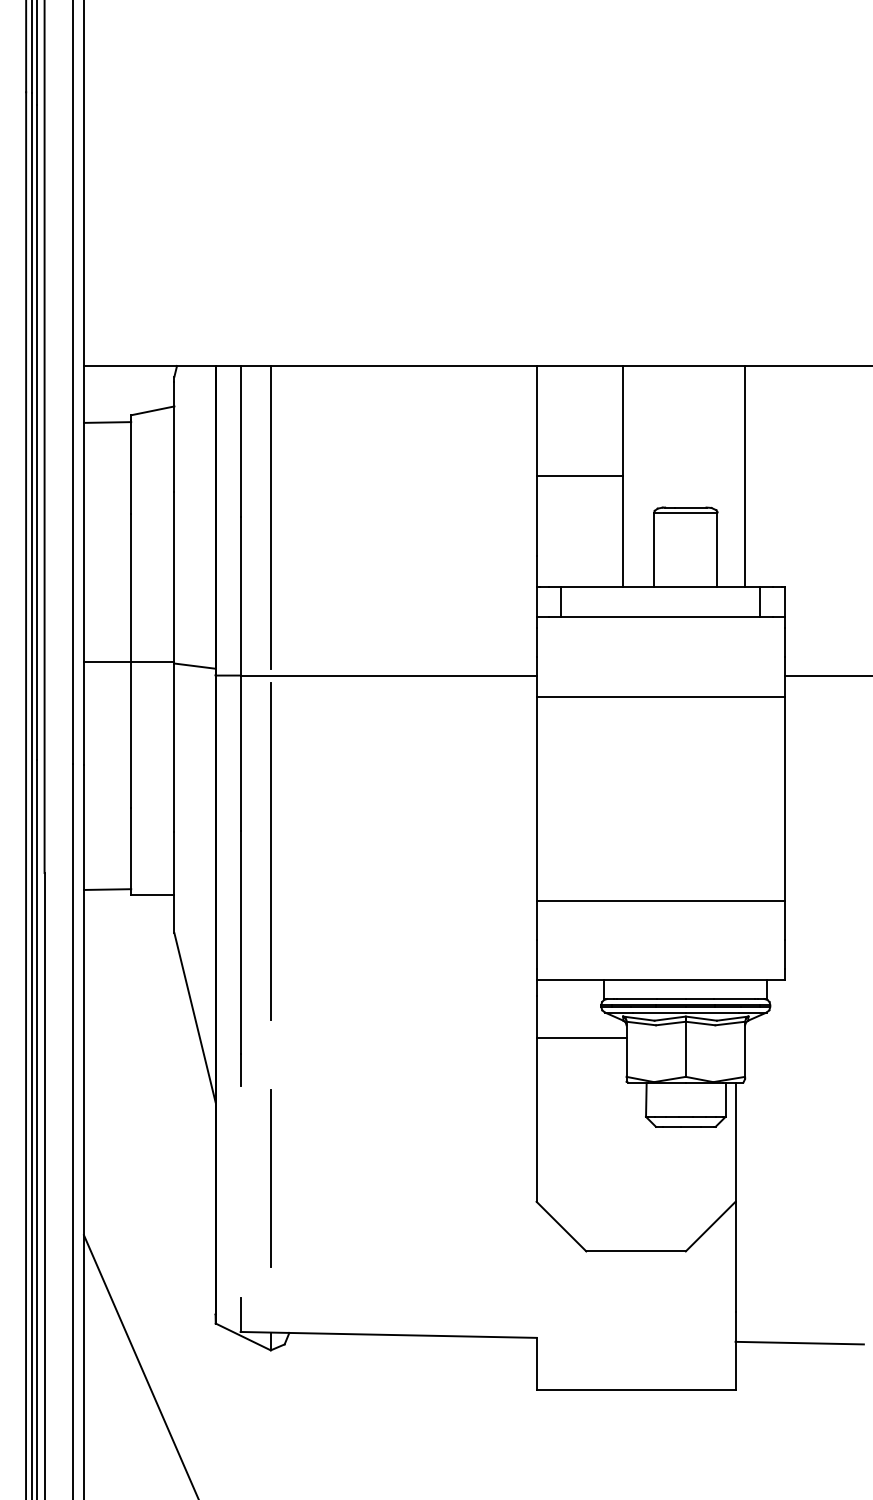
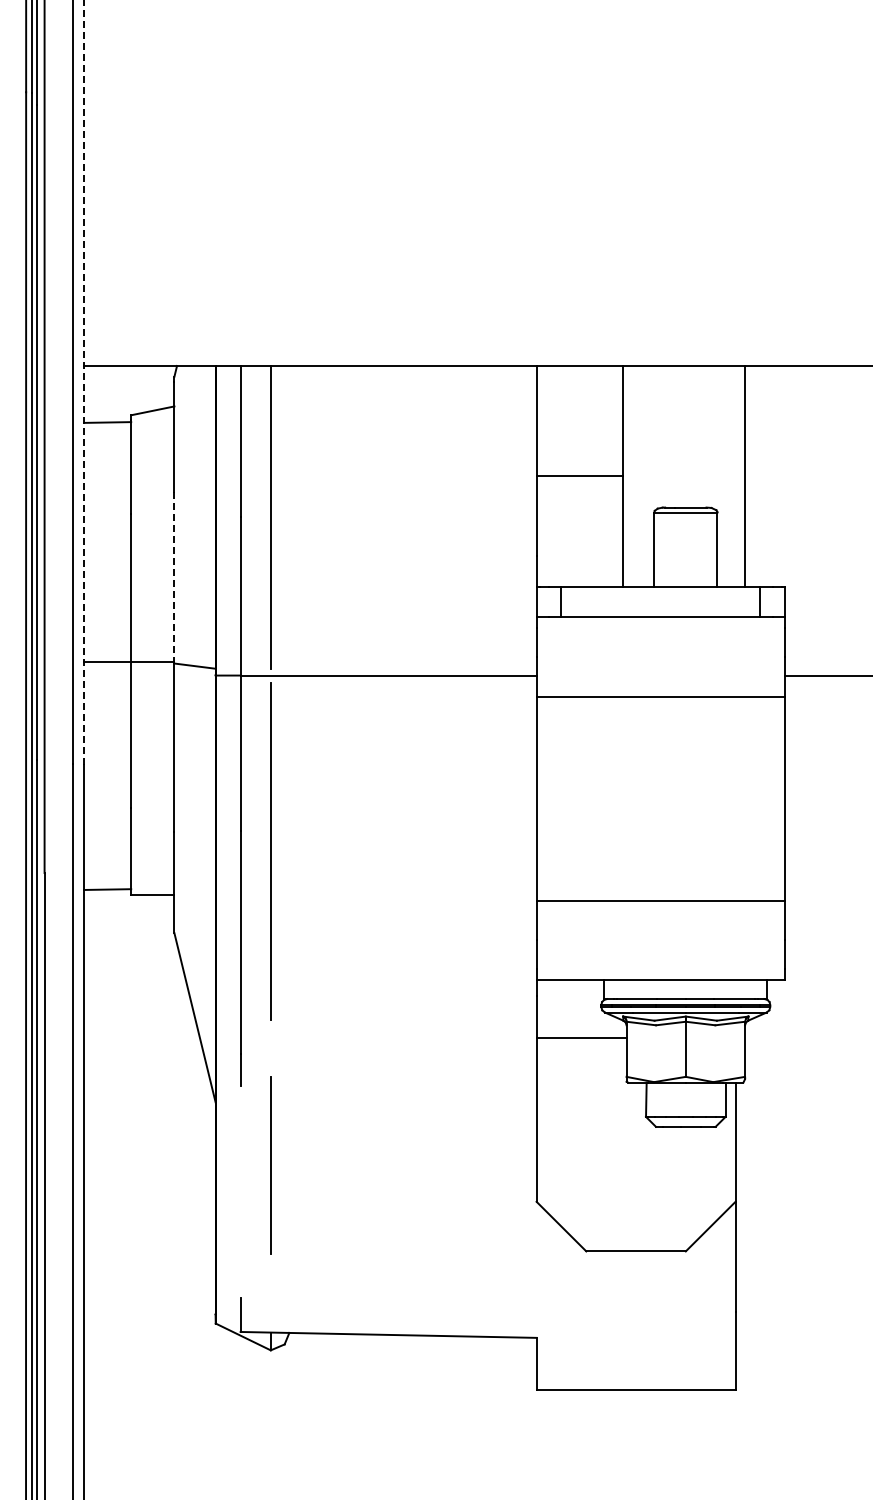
line at (83, 382): solid -> dashed
line at (174, 577): solid -> dashed
line at (270, 1178) position: (270, 1178) -> (270, 1165)
line at (799, 1342): present -> none
line at (140, 1365): present -> none
